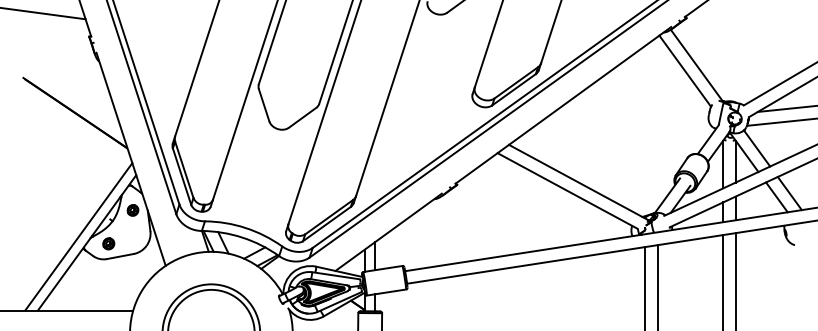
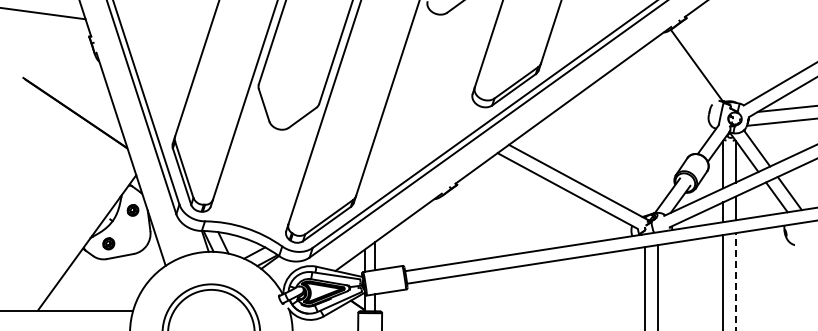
line at (685, 70): present -> none
line at (78, 236): present -> none
line at (735, 281): solid -> dashed
